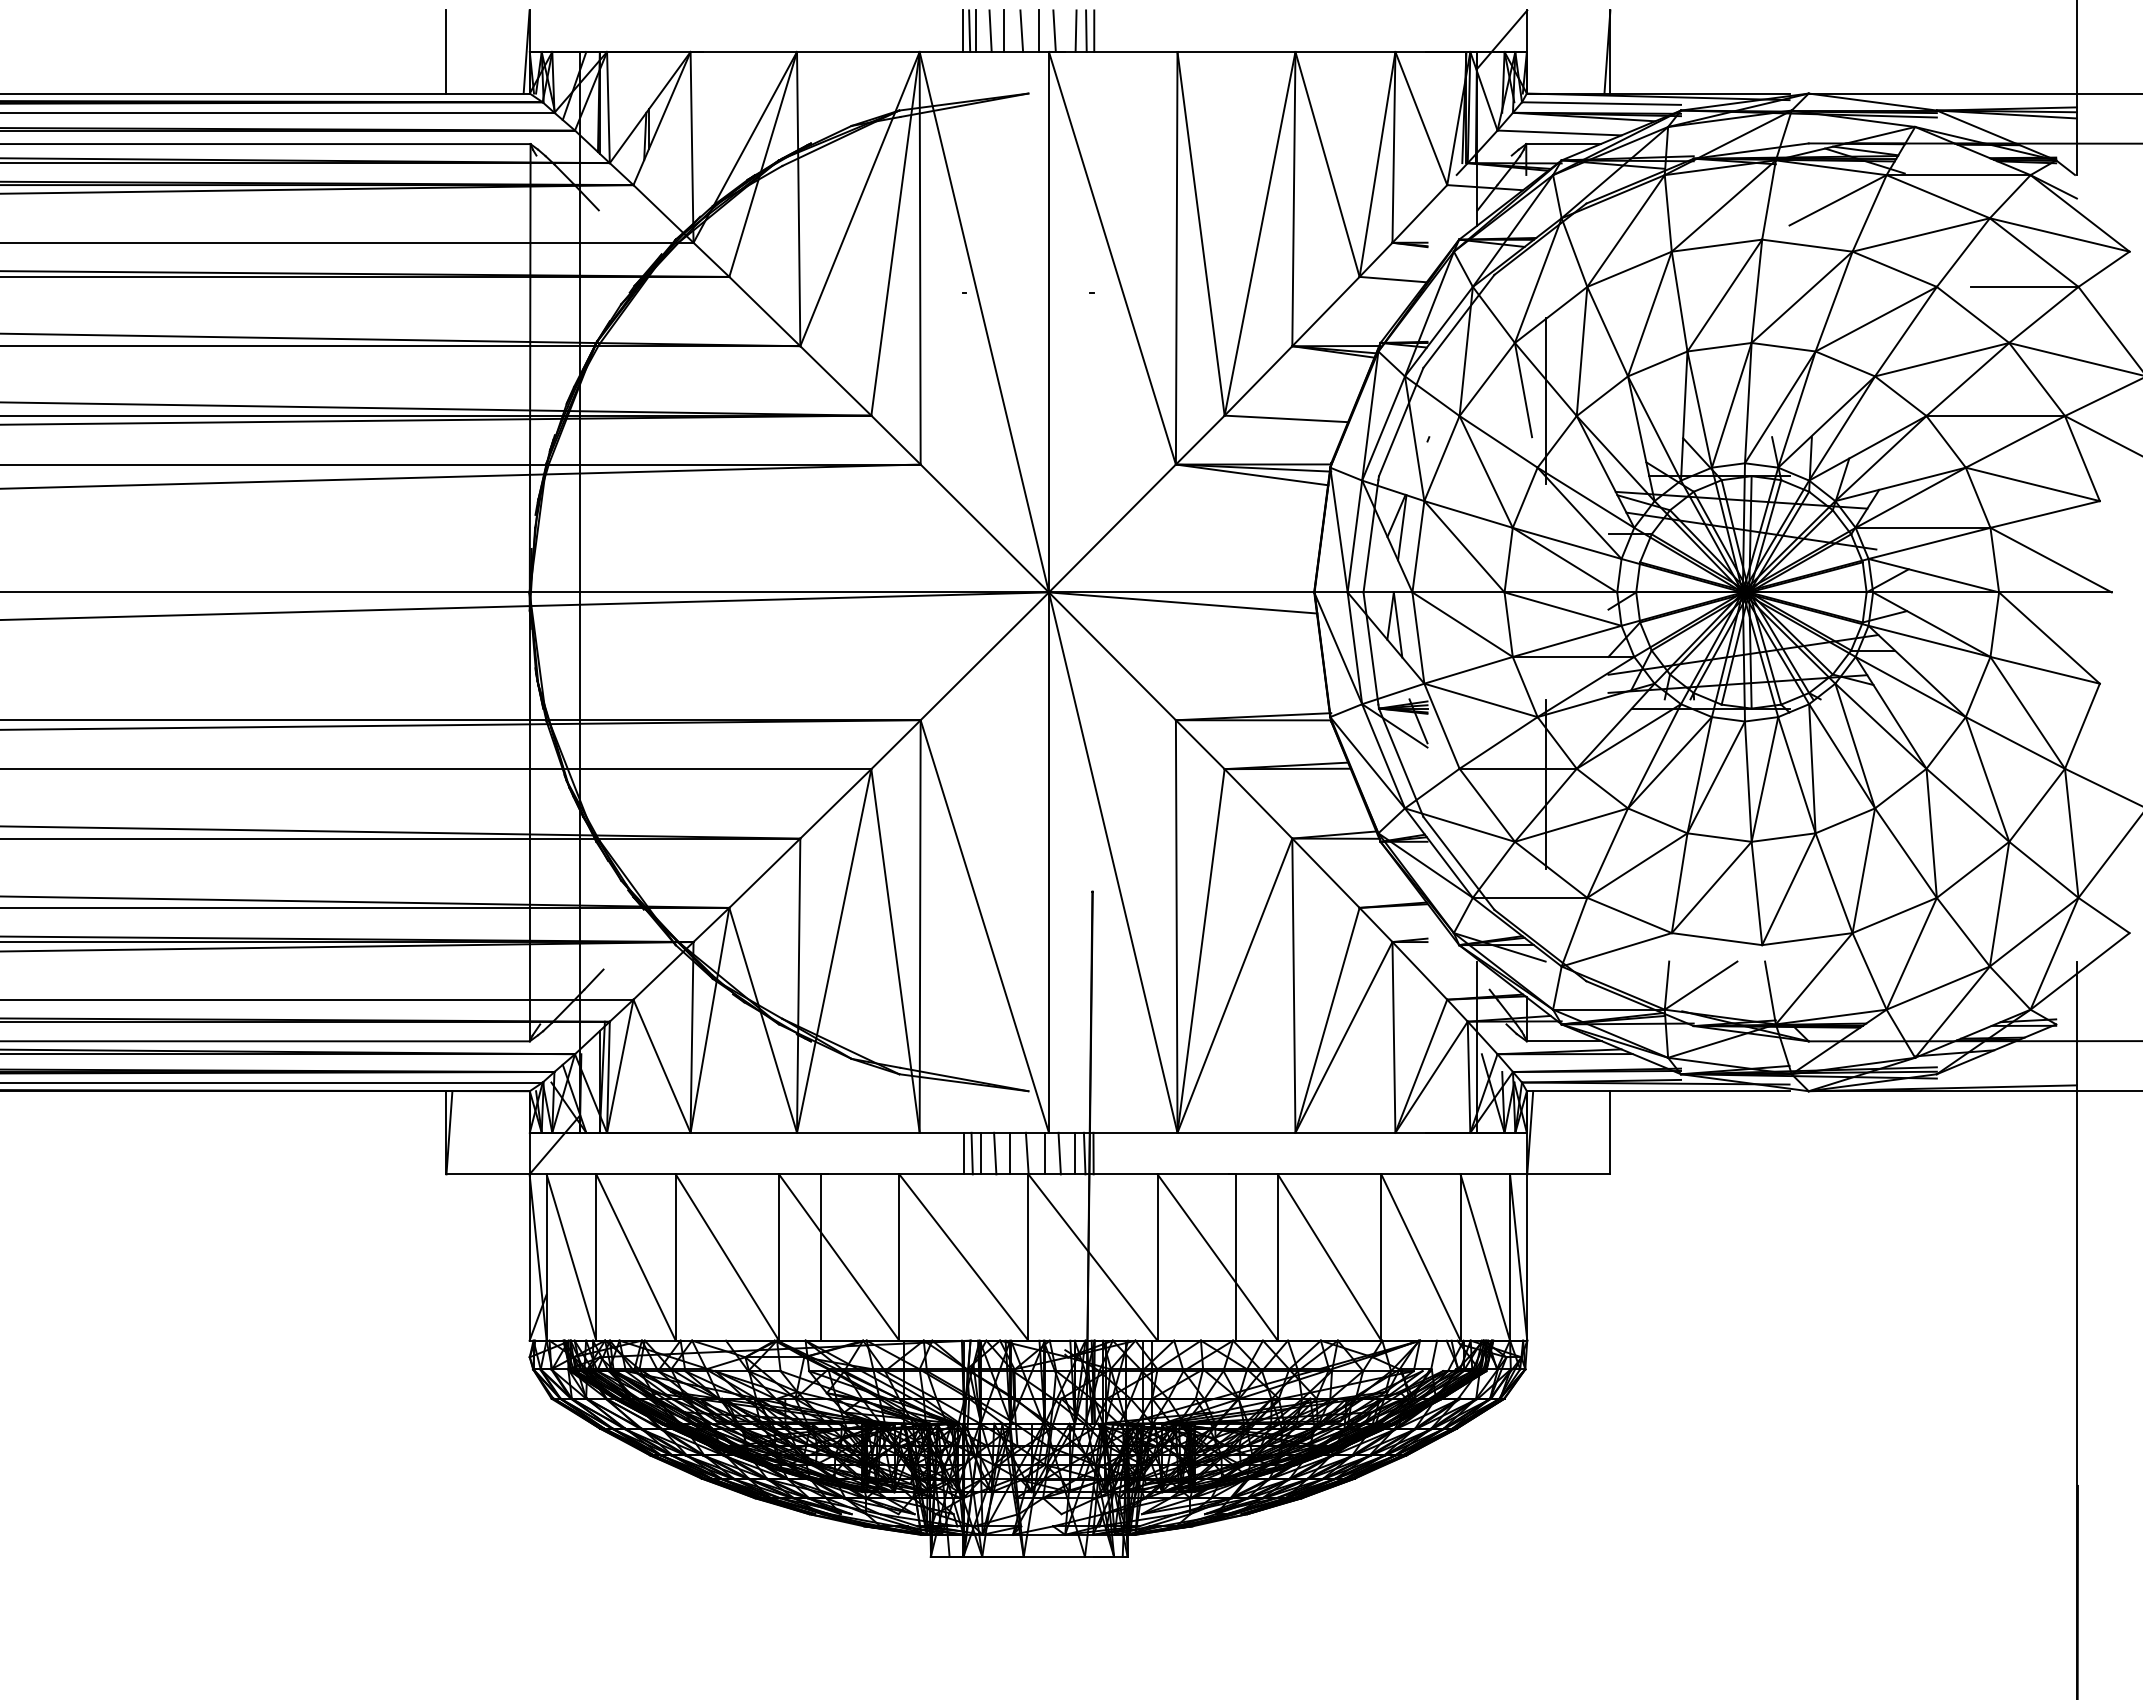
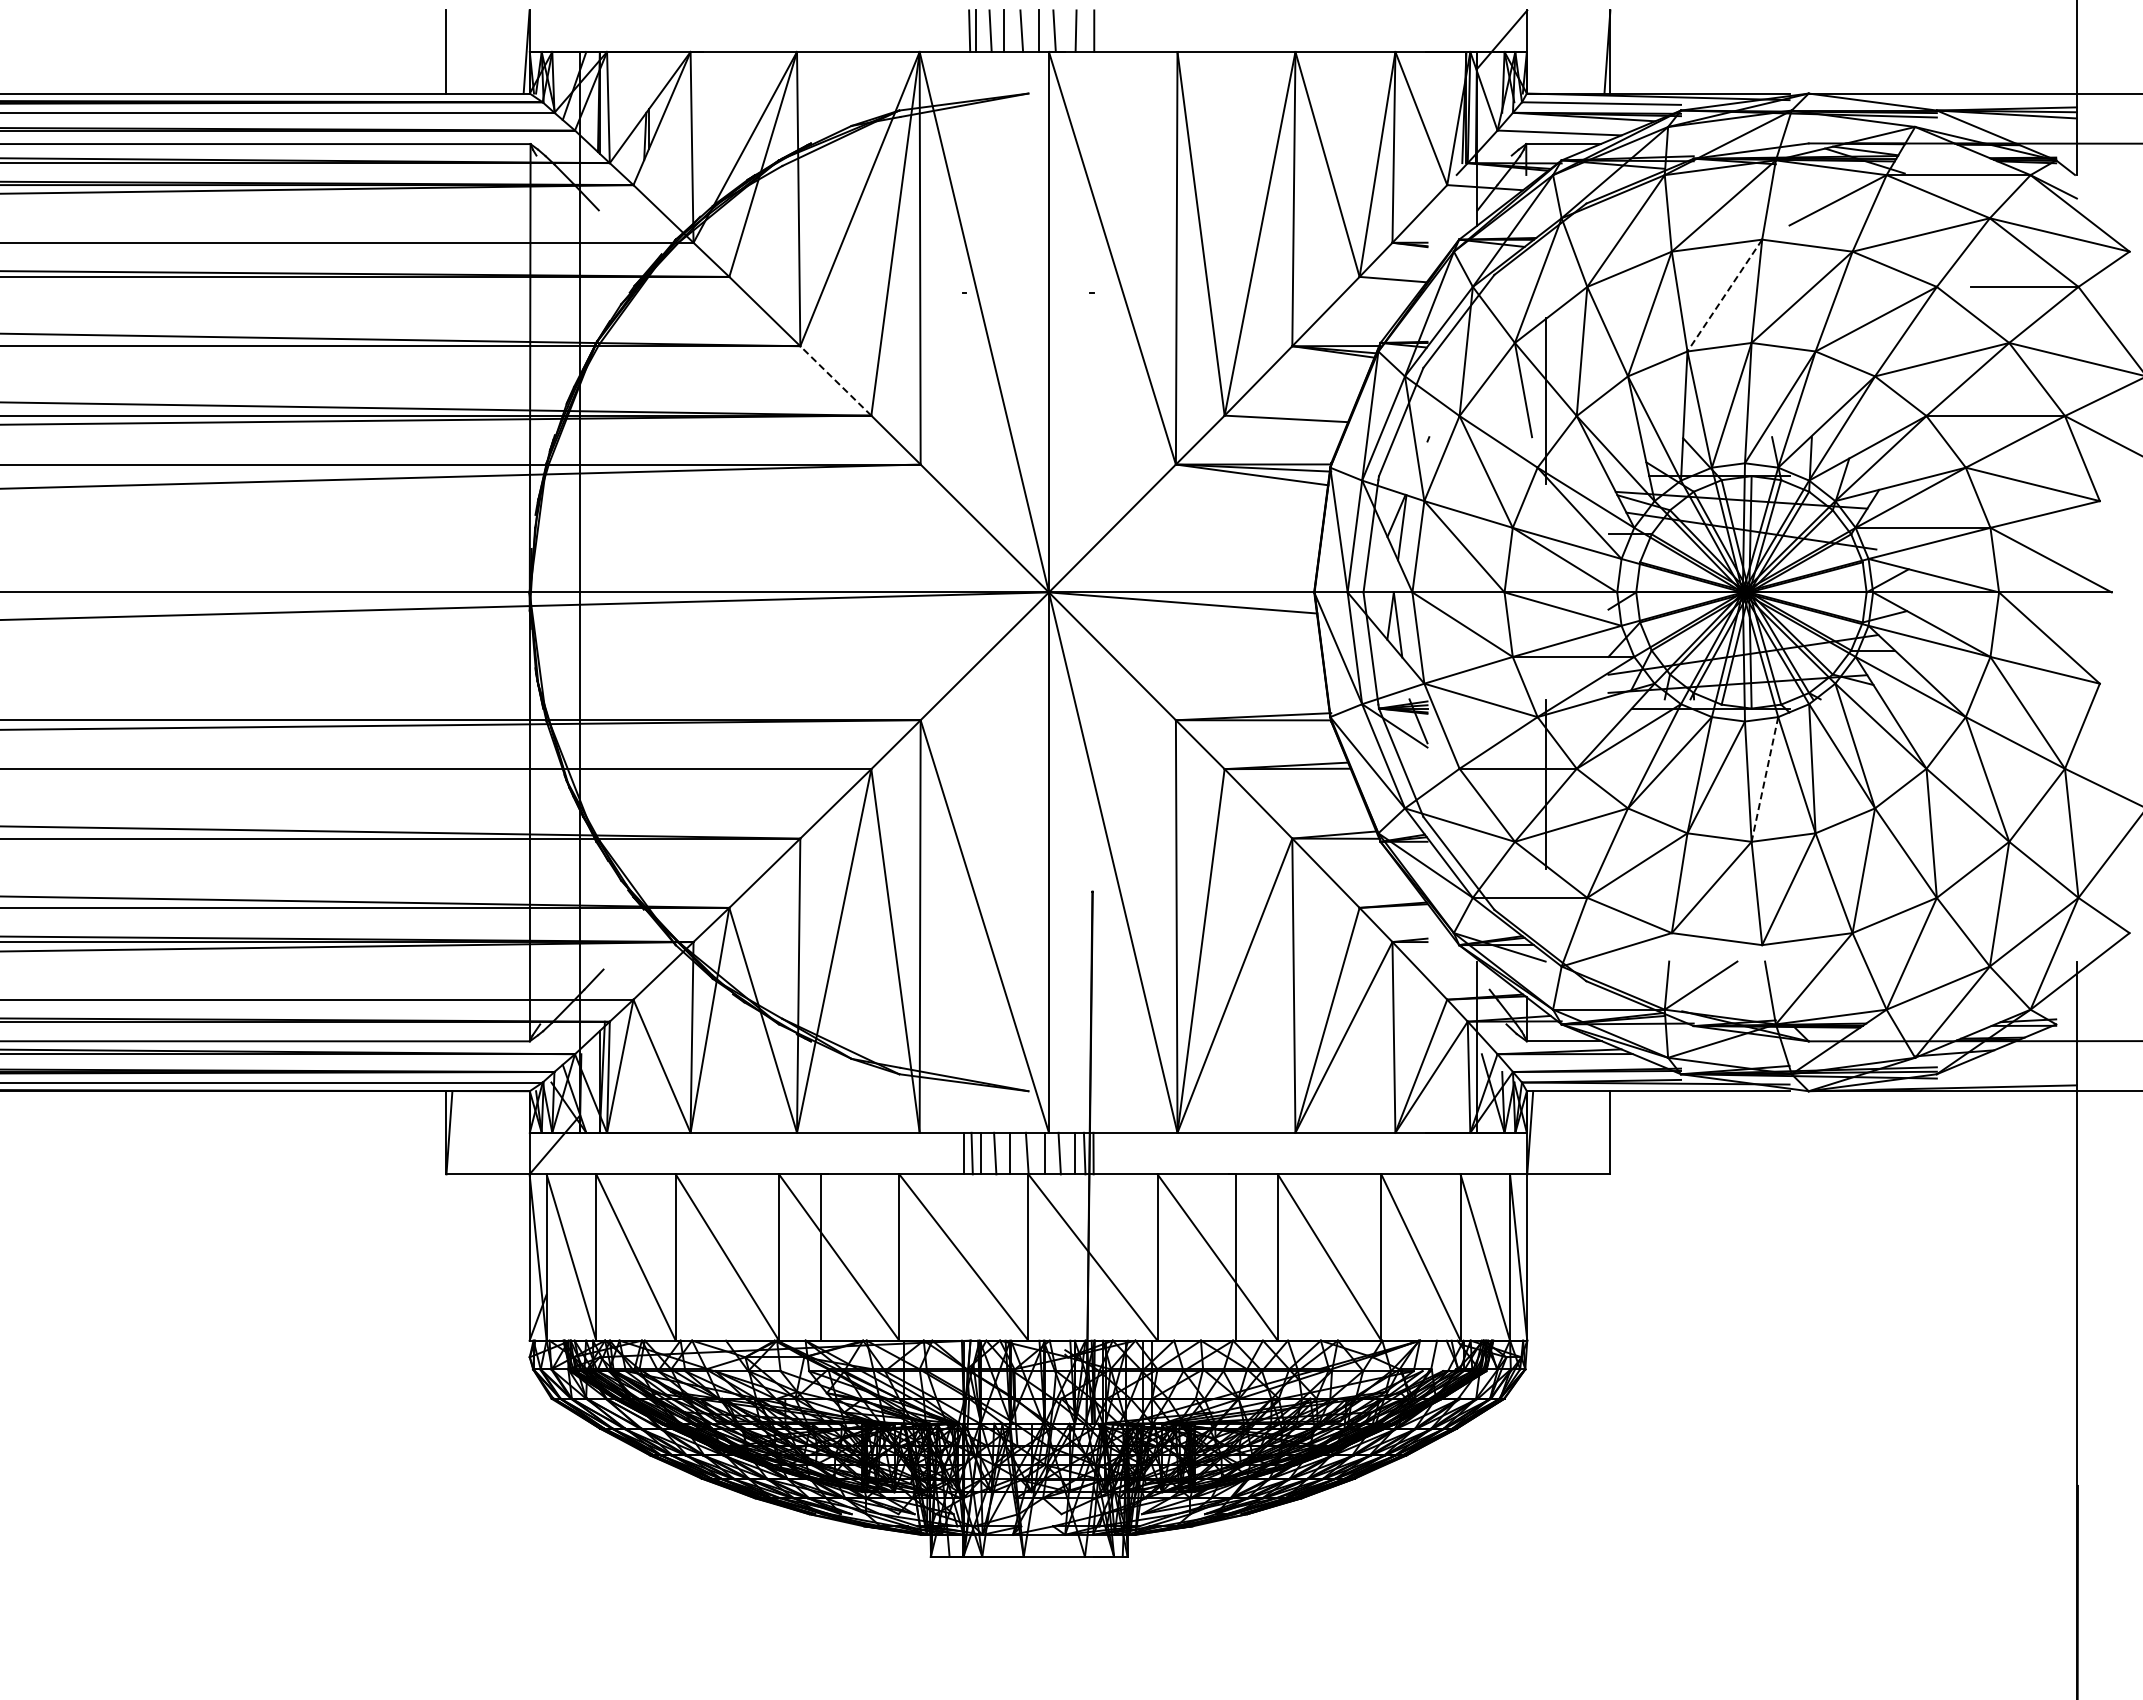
line at (962, 30): present -> none
line at (1086, 30): present -> none
line at (1724, 296): solid -> dashed
line at (835, 380): solid -> dashed
line at (1764, 779): solid -> dashed
